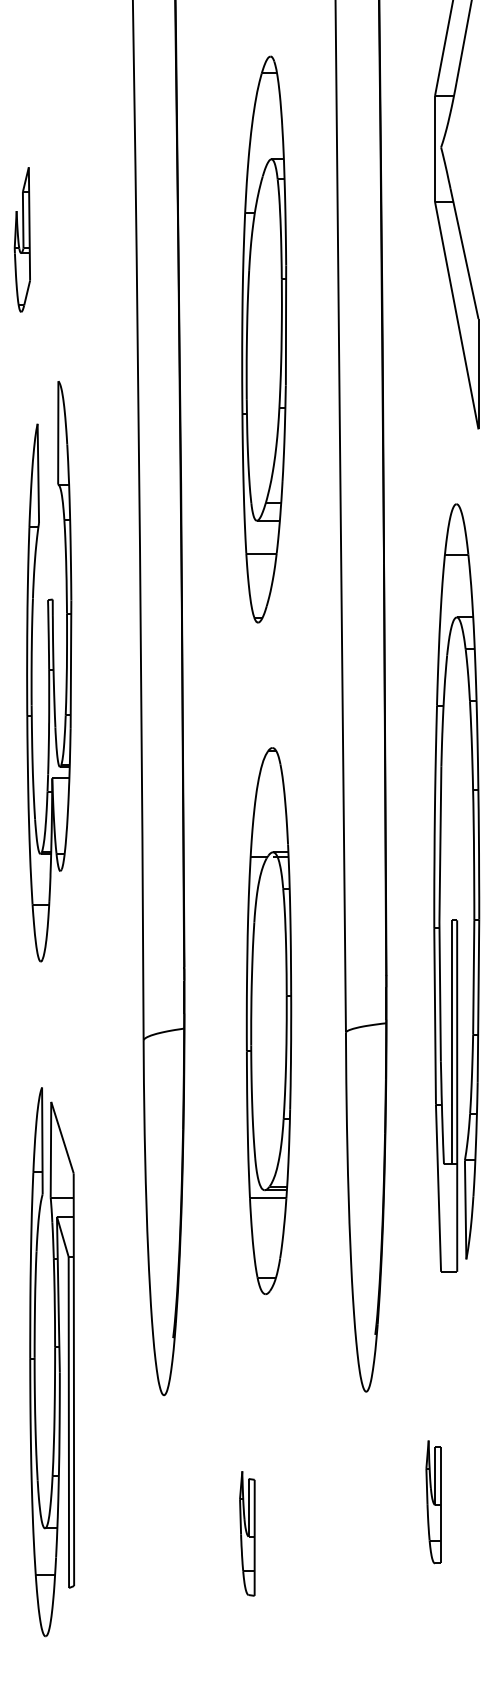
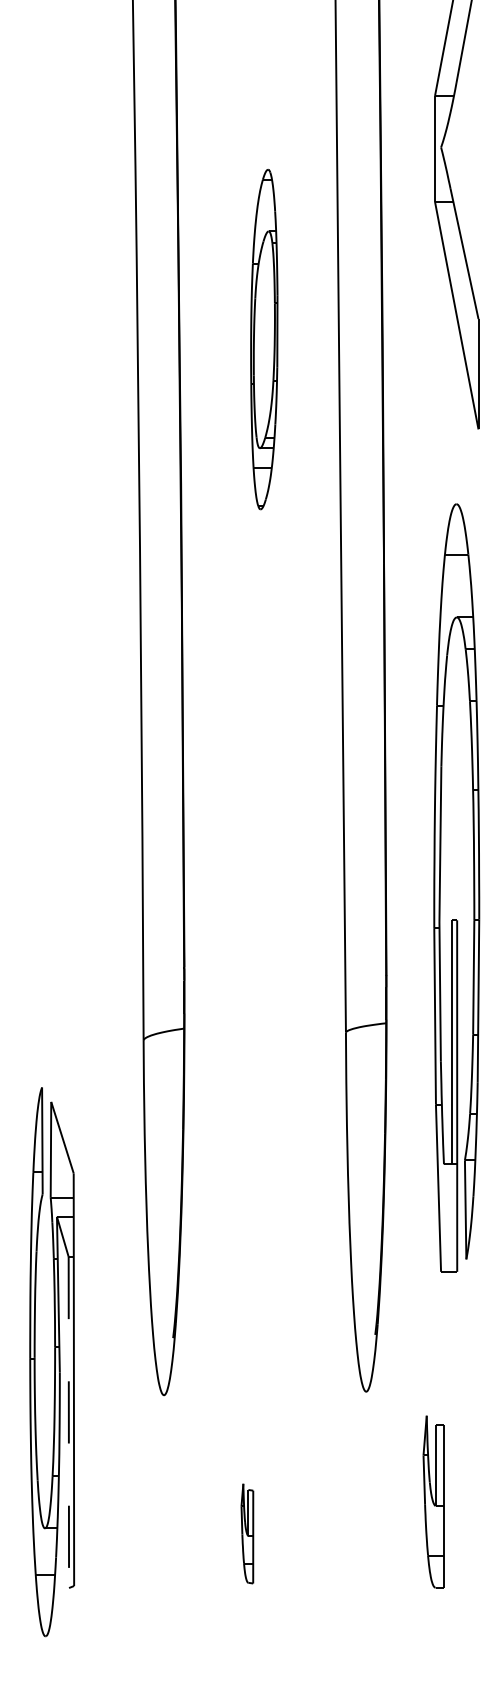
part at (21, 239): present -> none
part at (264, 339) size: 47x569 px -> 29x342 px
part at (49, 671): present -> none
part at (268, 1020): present -> none
line at (68, 1422): solid -> dashed
part at (433, 1502) size: 17x125 px -> 23x174 px
part at (247, 1533) size: 17x126 px -> 15x102 px
